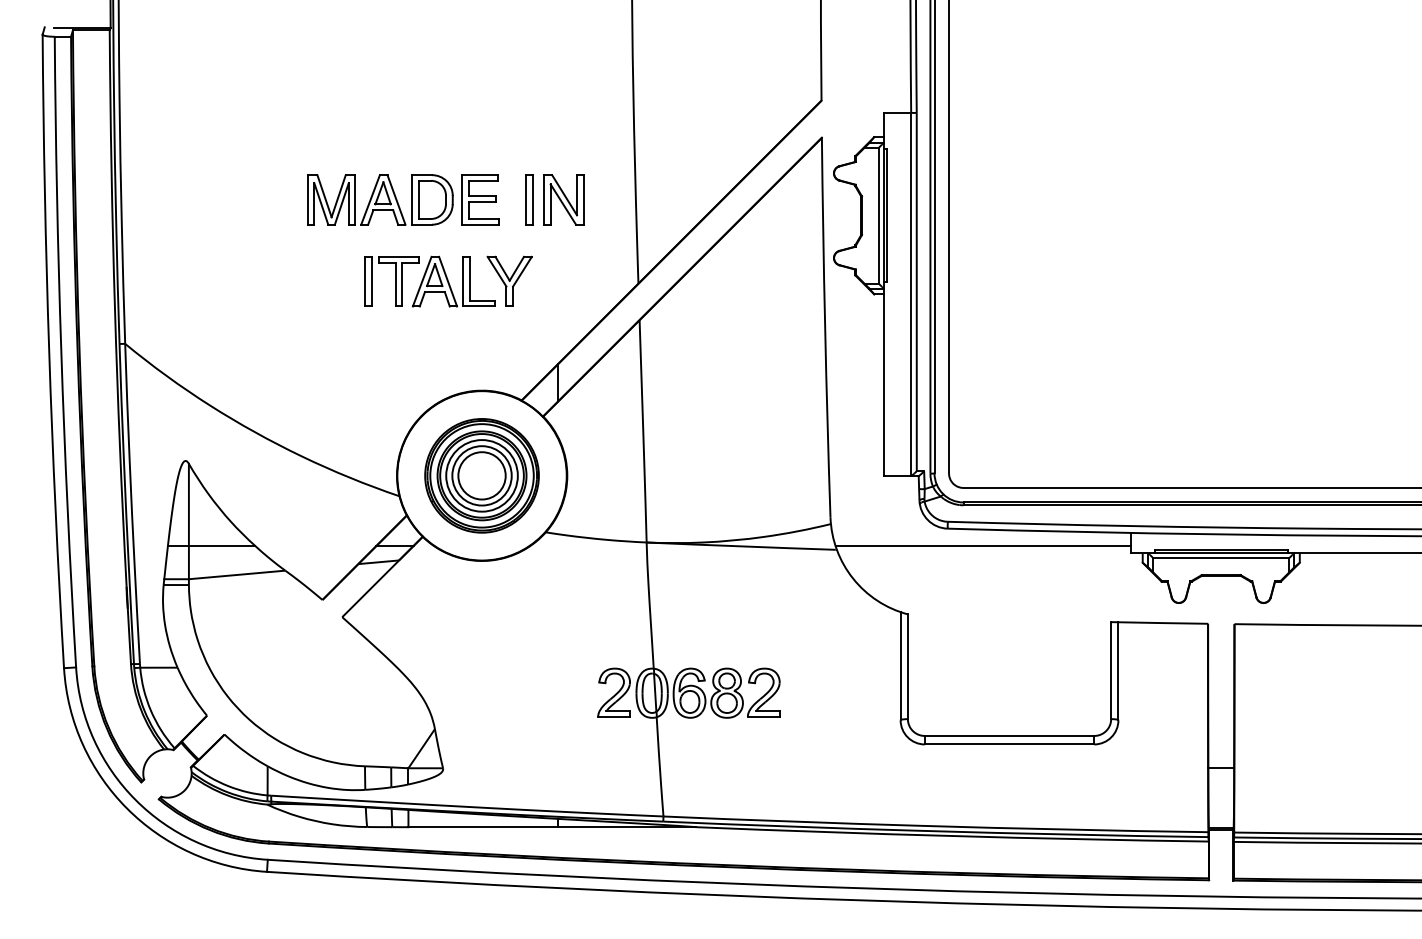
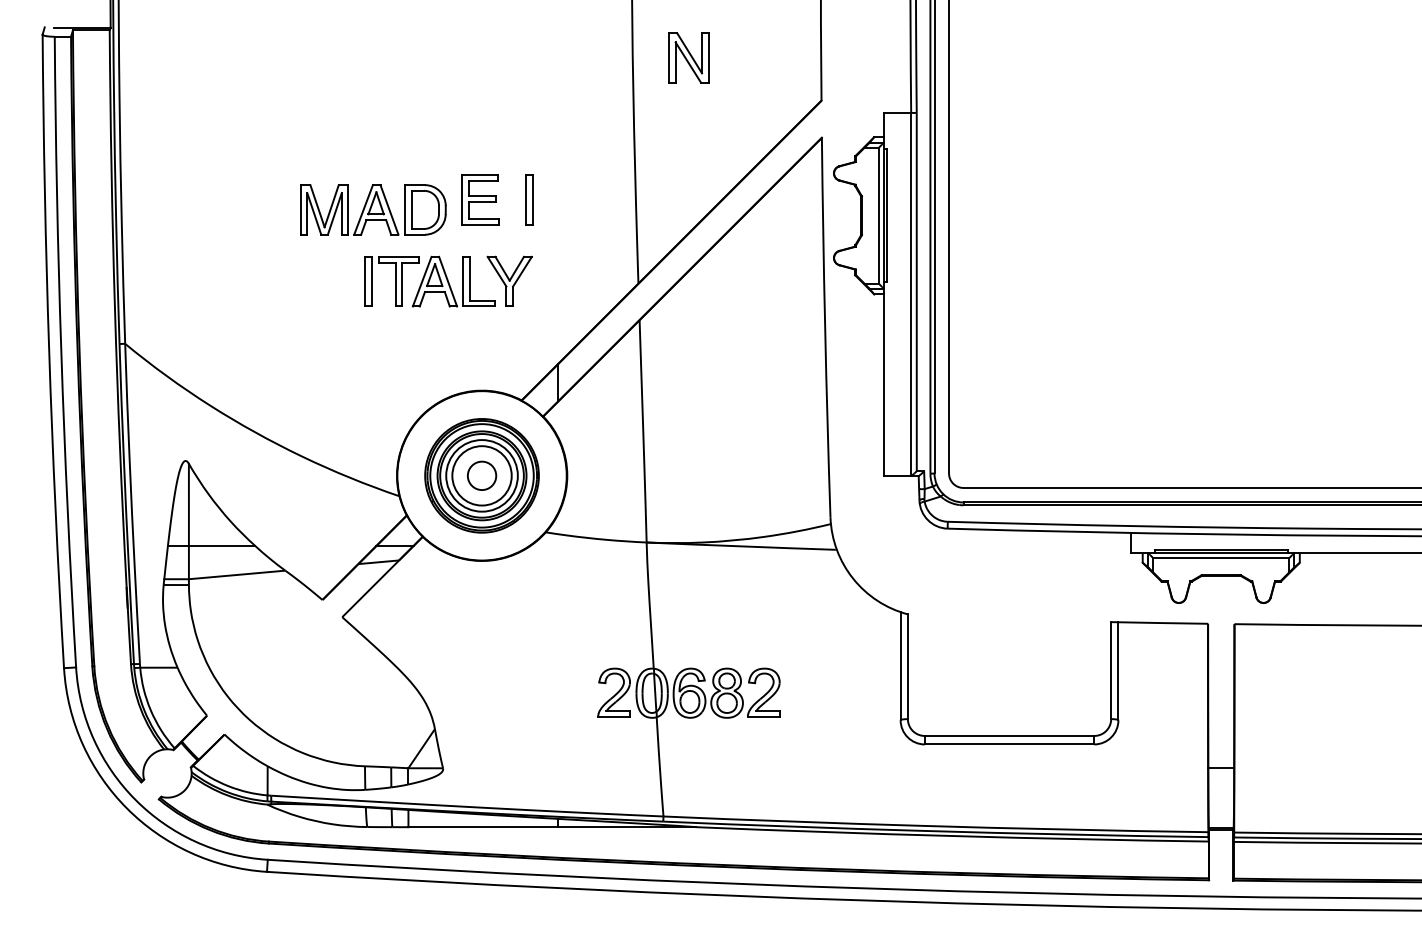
part at (380, 199) position: (380, 199) -> (373, 209)
part at (563, 199) position: (563, 199) -> (688, 57)
circle at (481, 475) diameter: 47 px -> 28 px
line at (982, 546): present -> none
